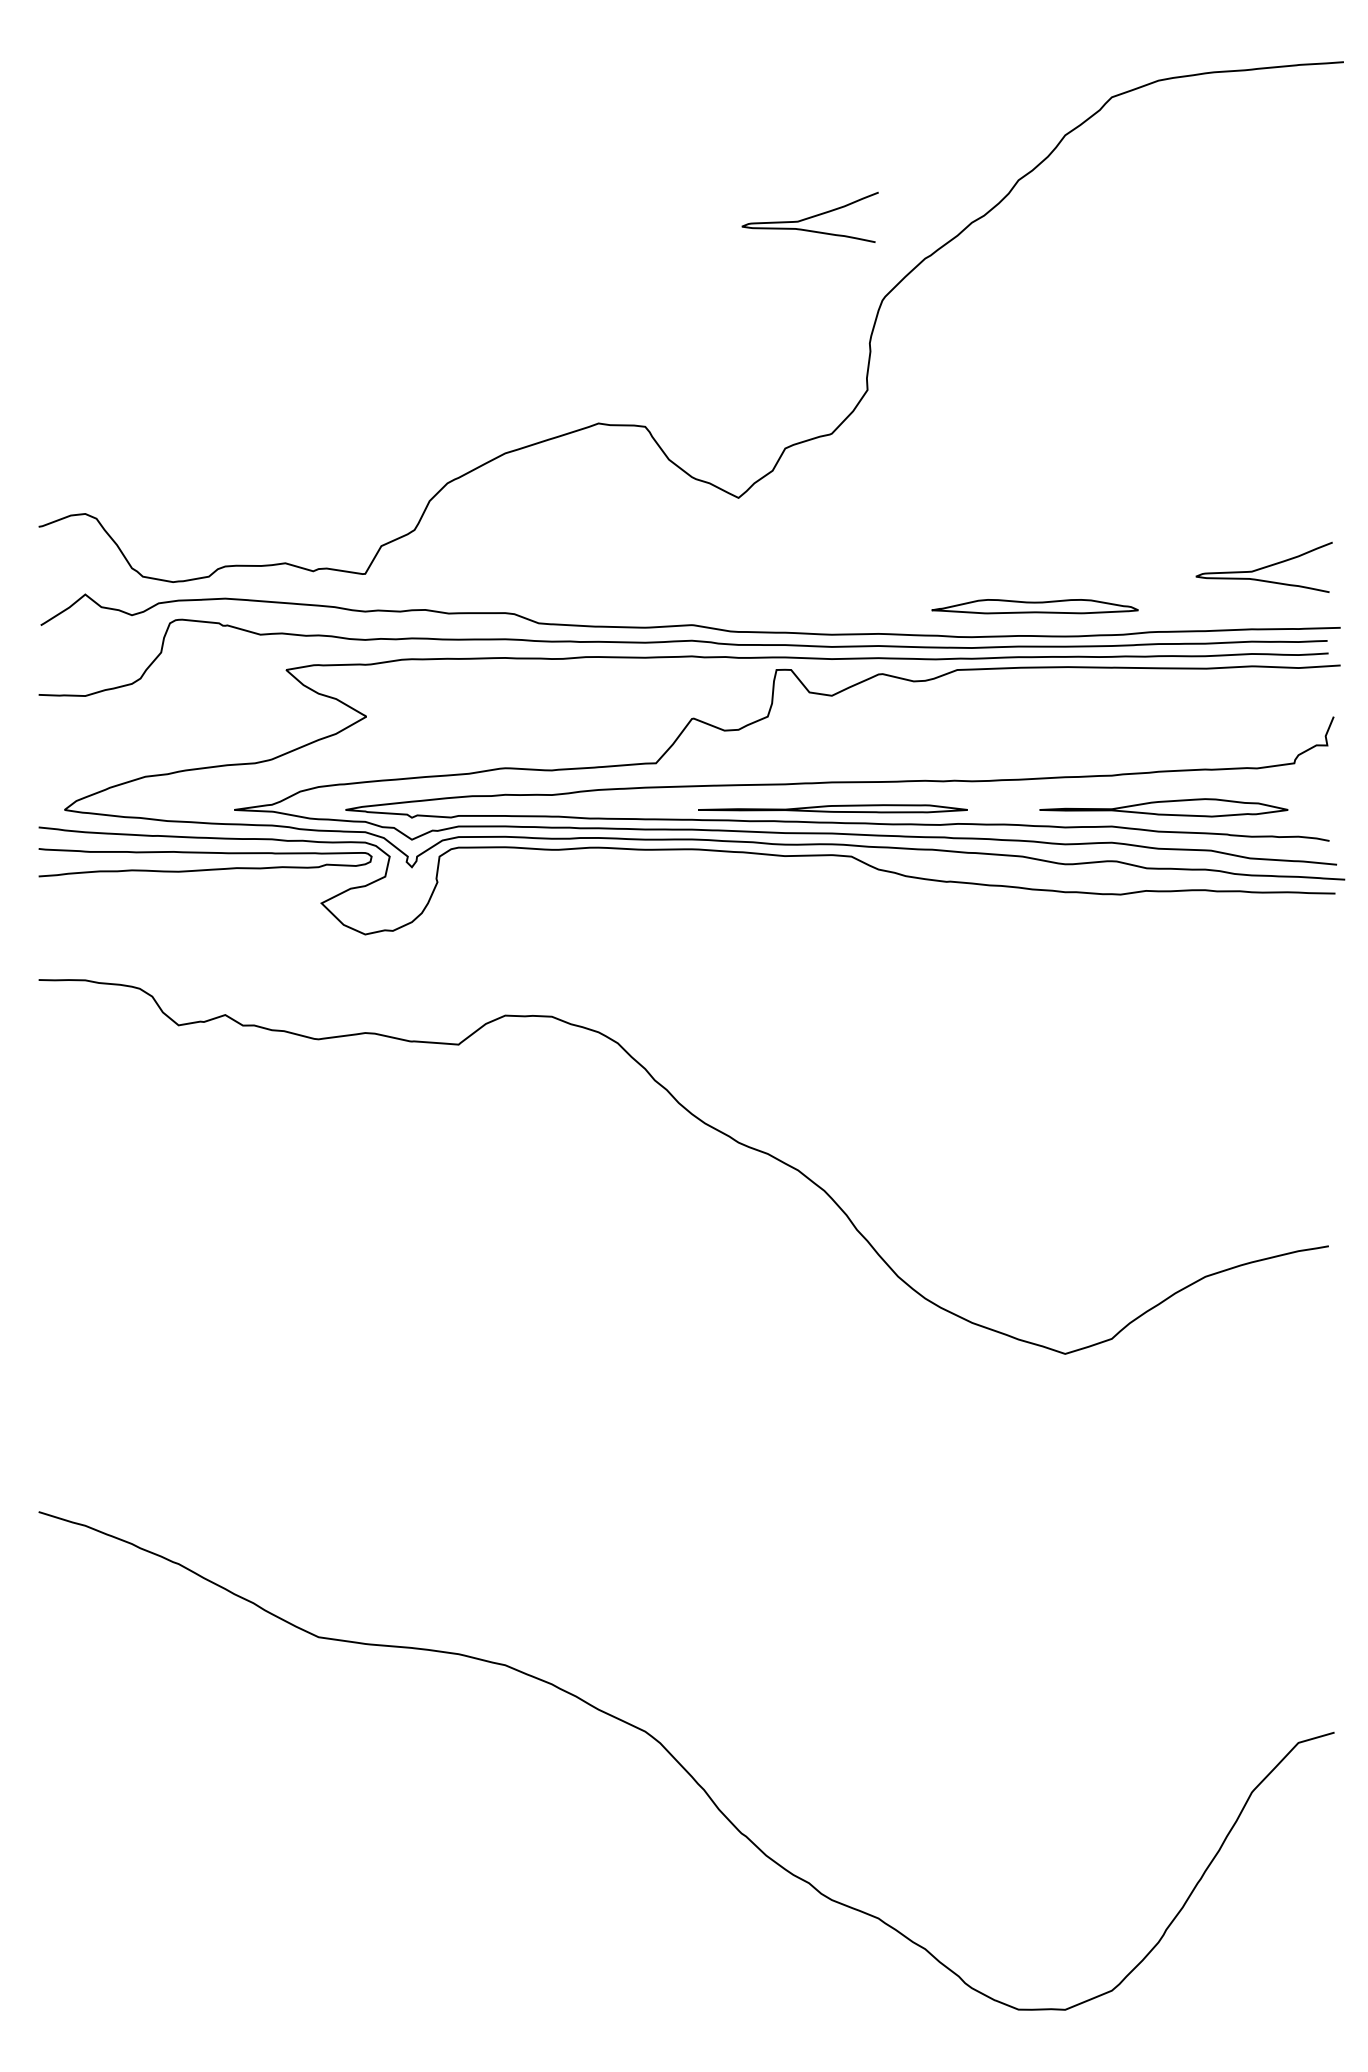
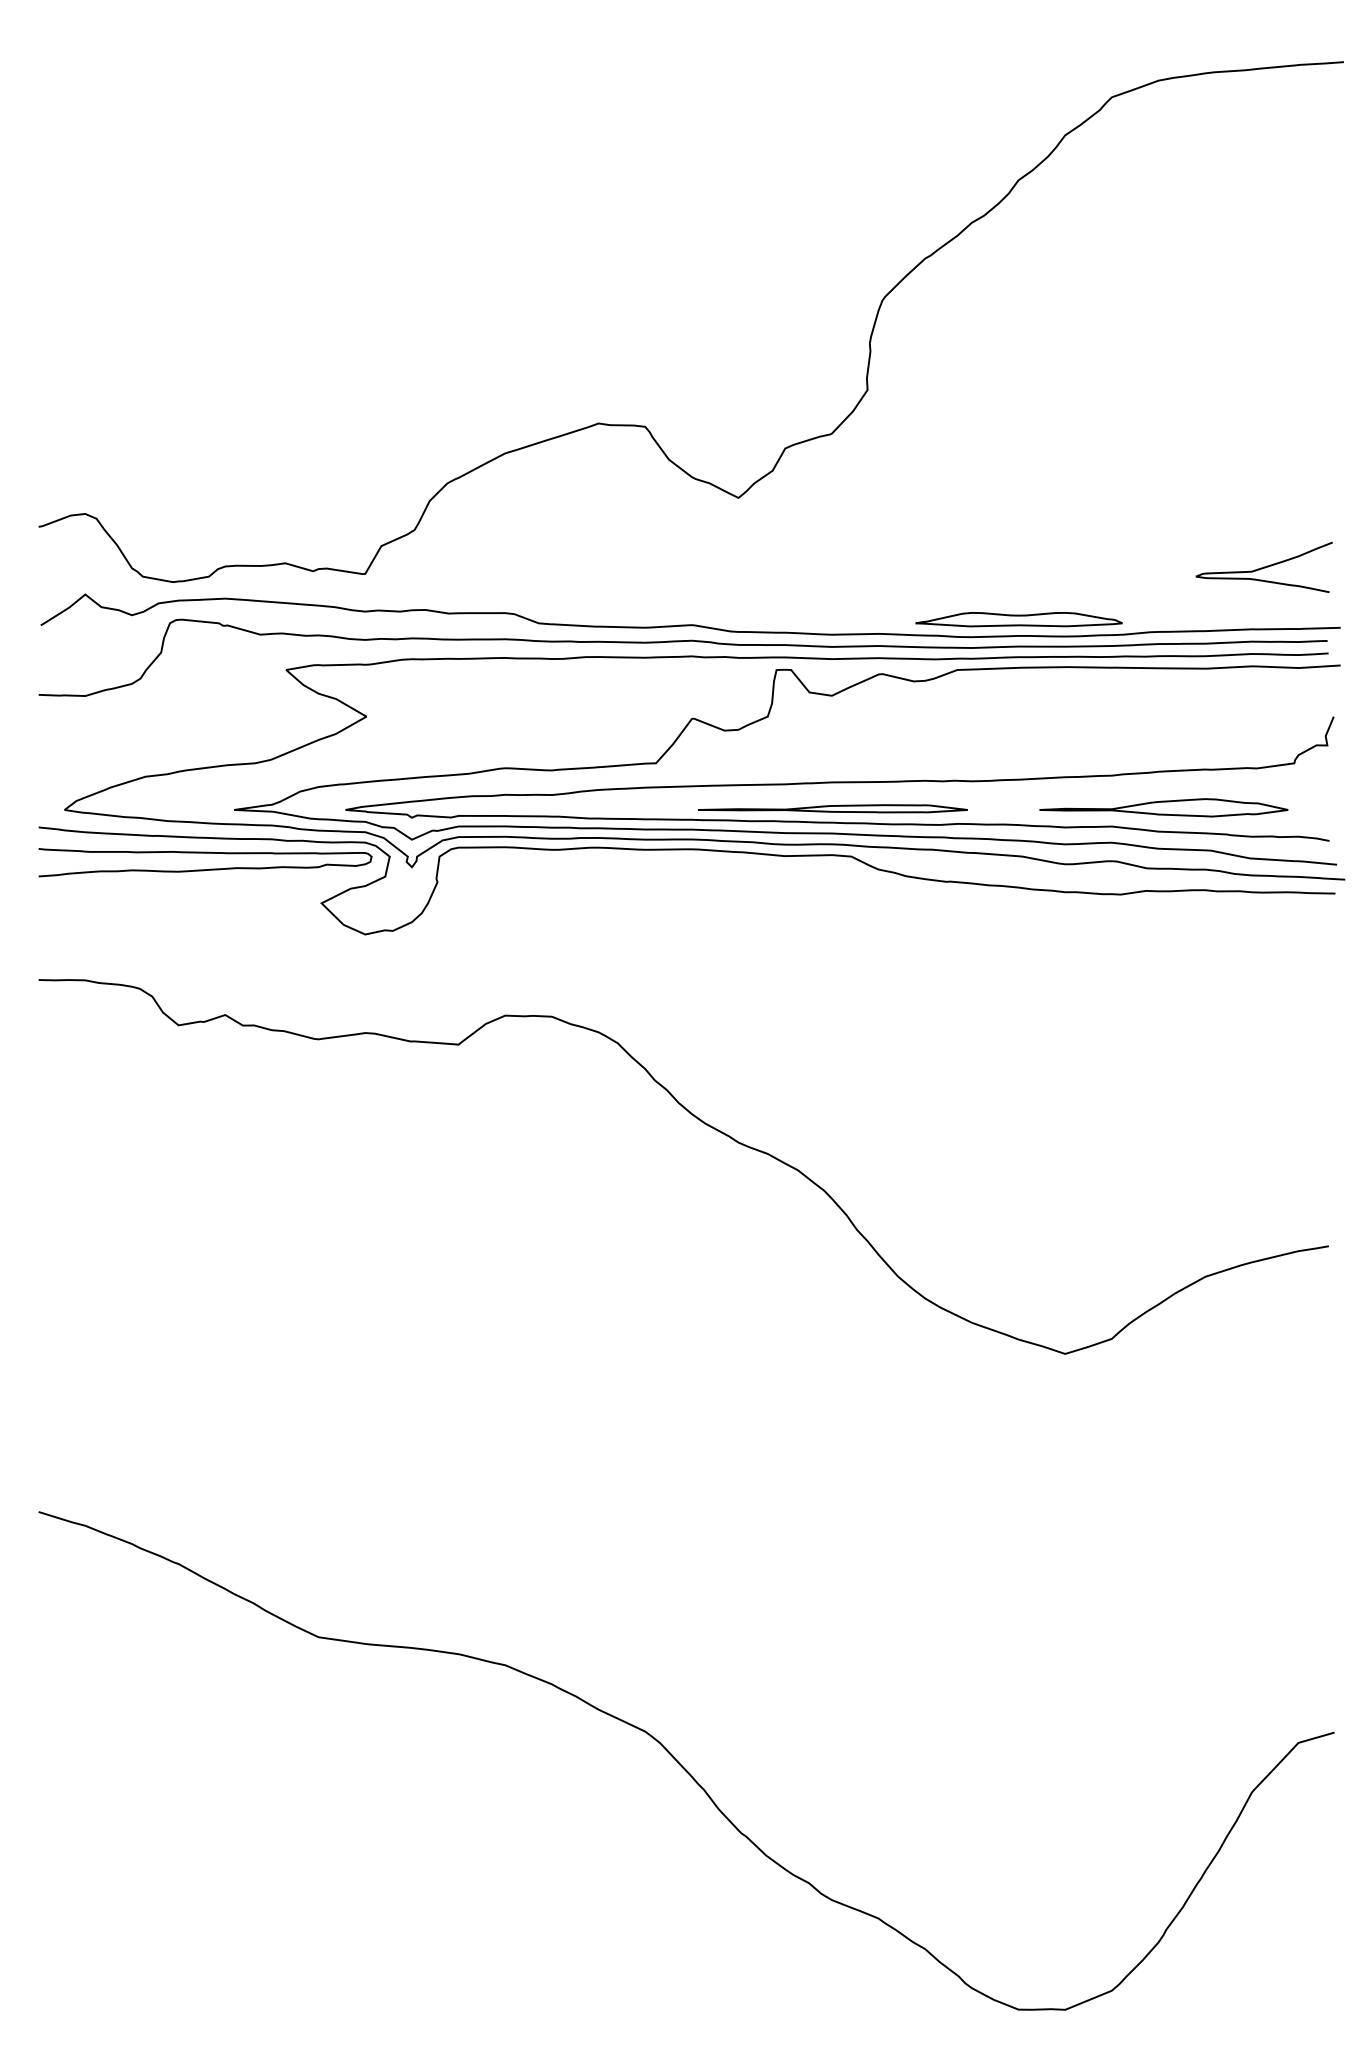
curve at (810, 216): present -> none
part at (1034, 606) position: (1034, 606) -> (1018, 619)
